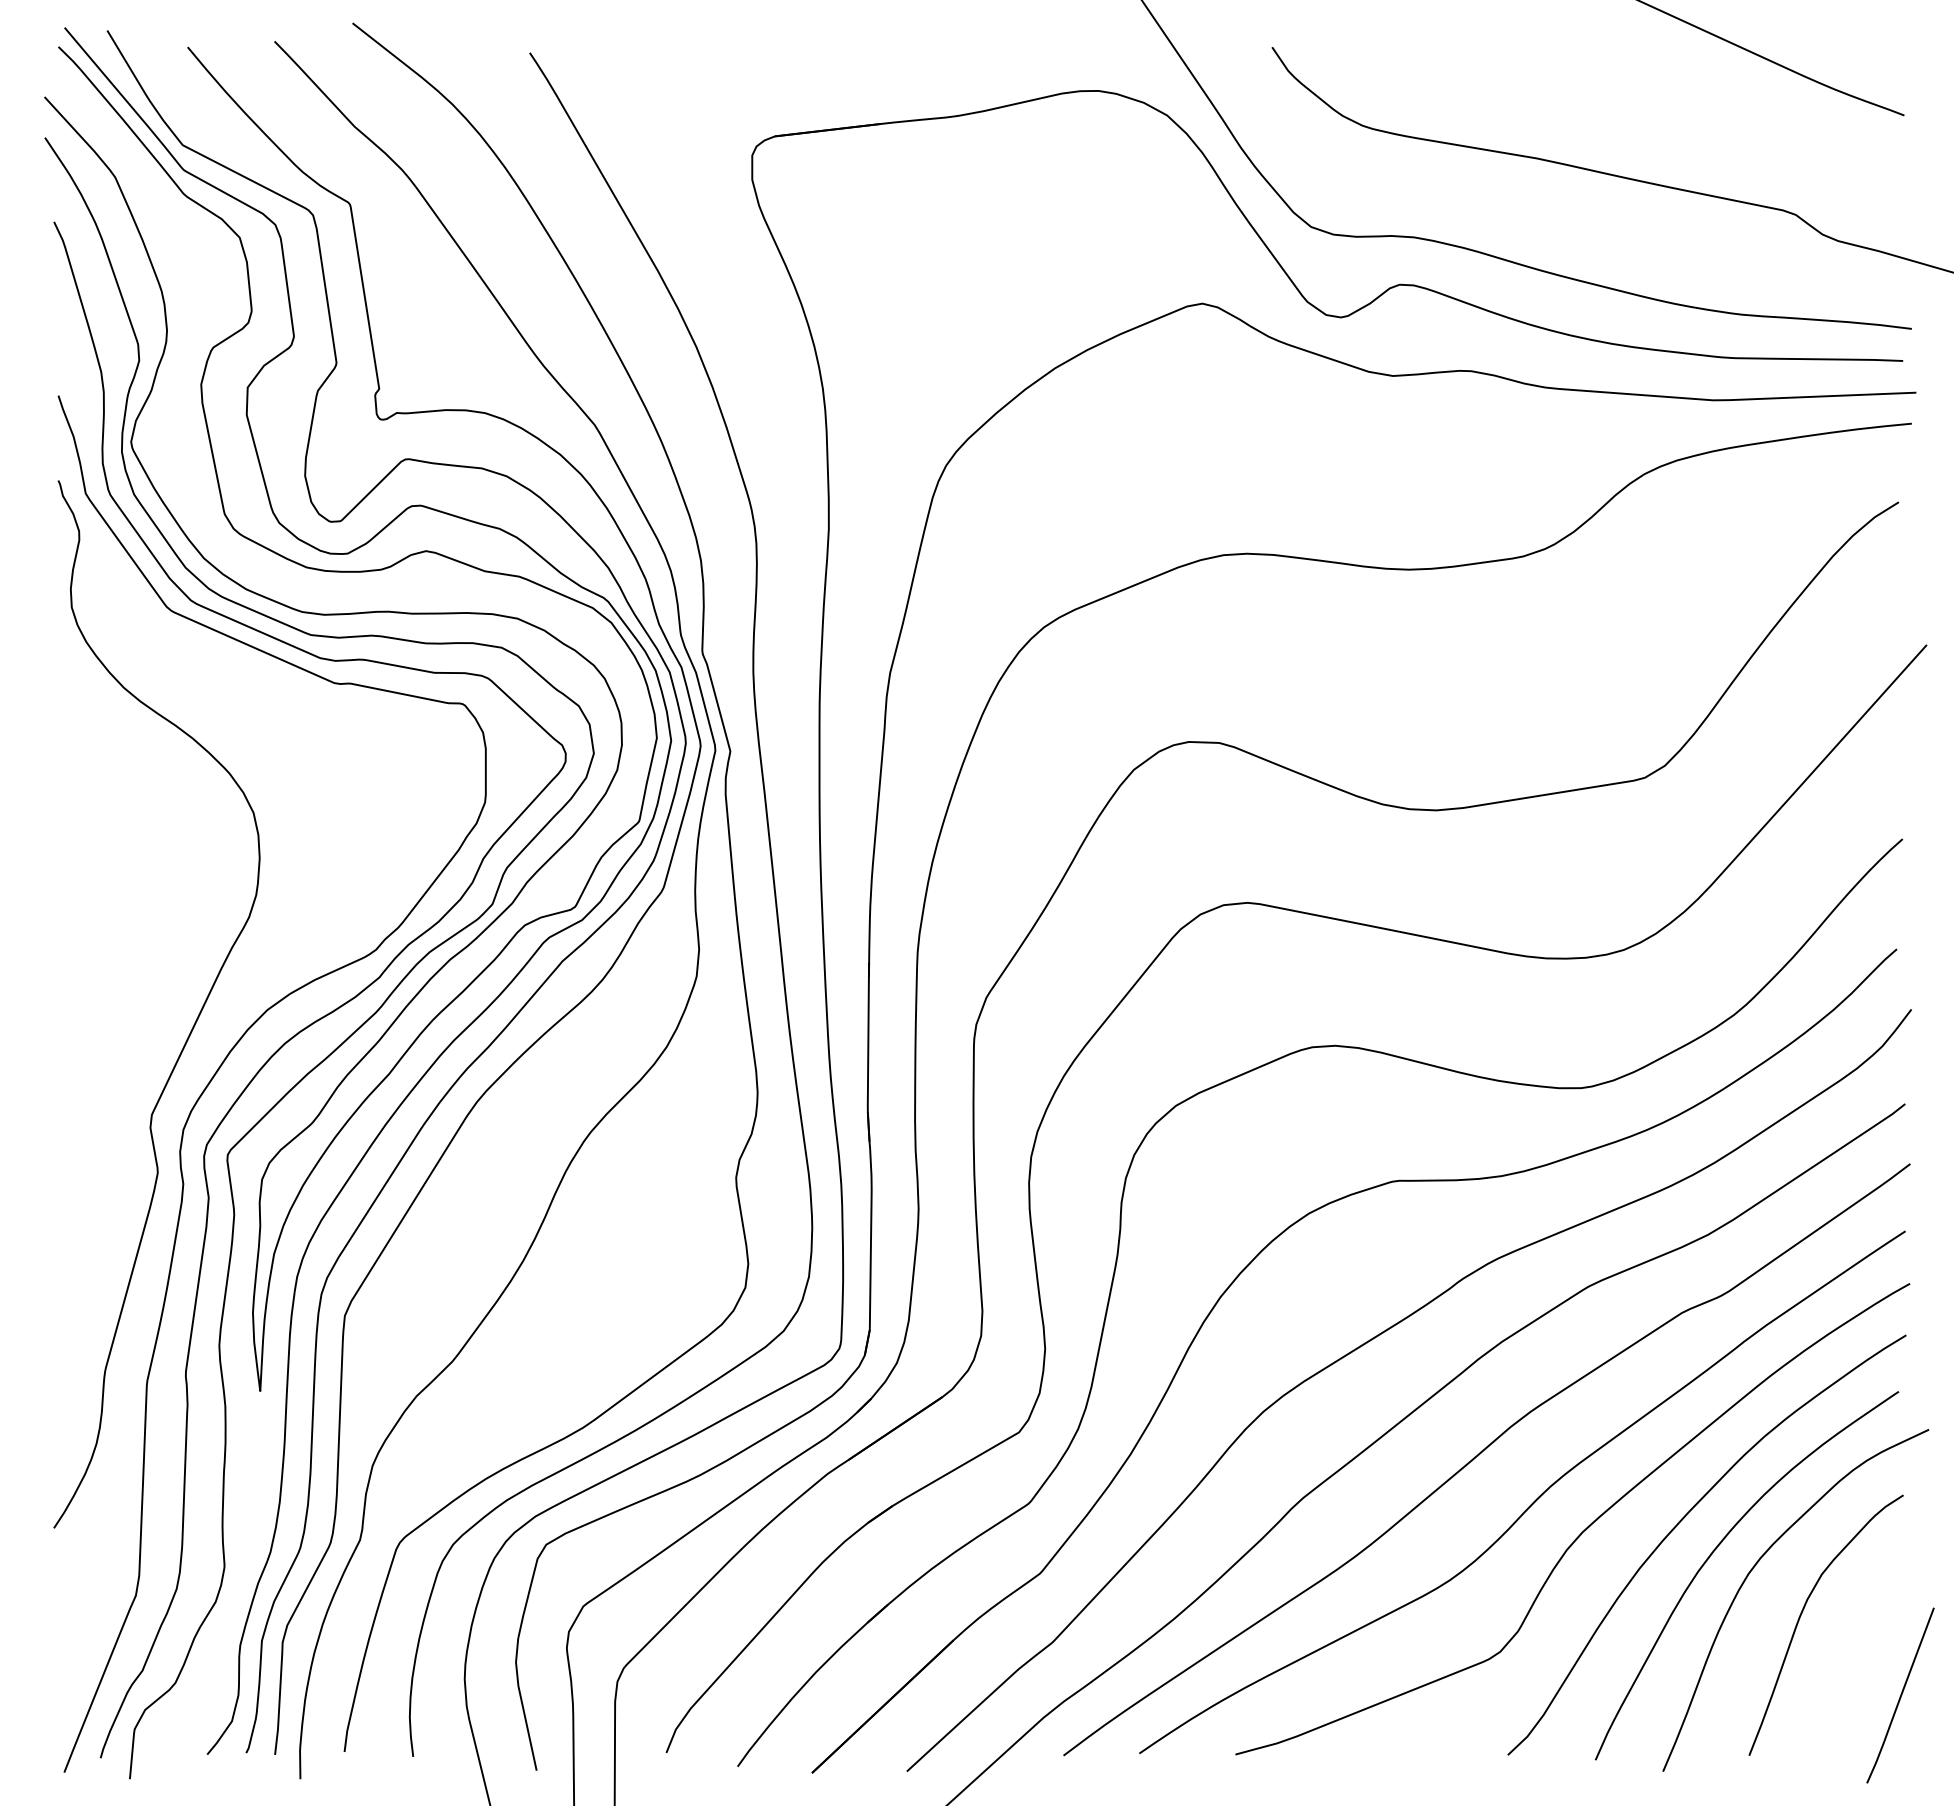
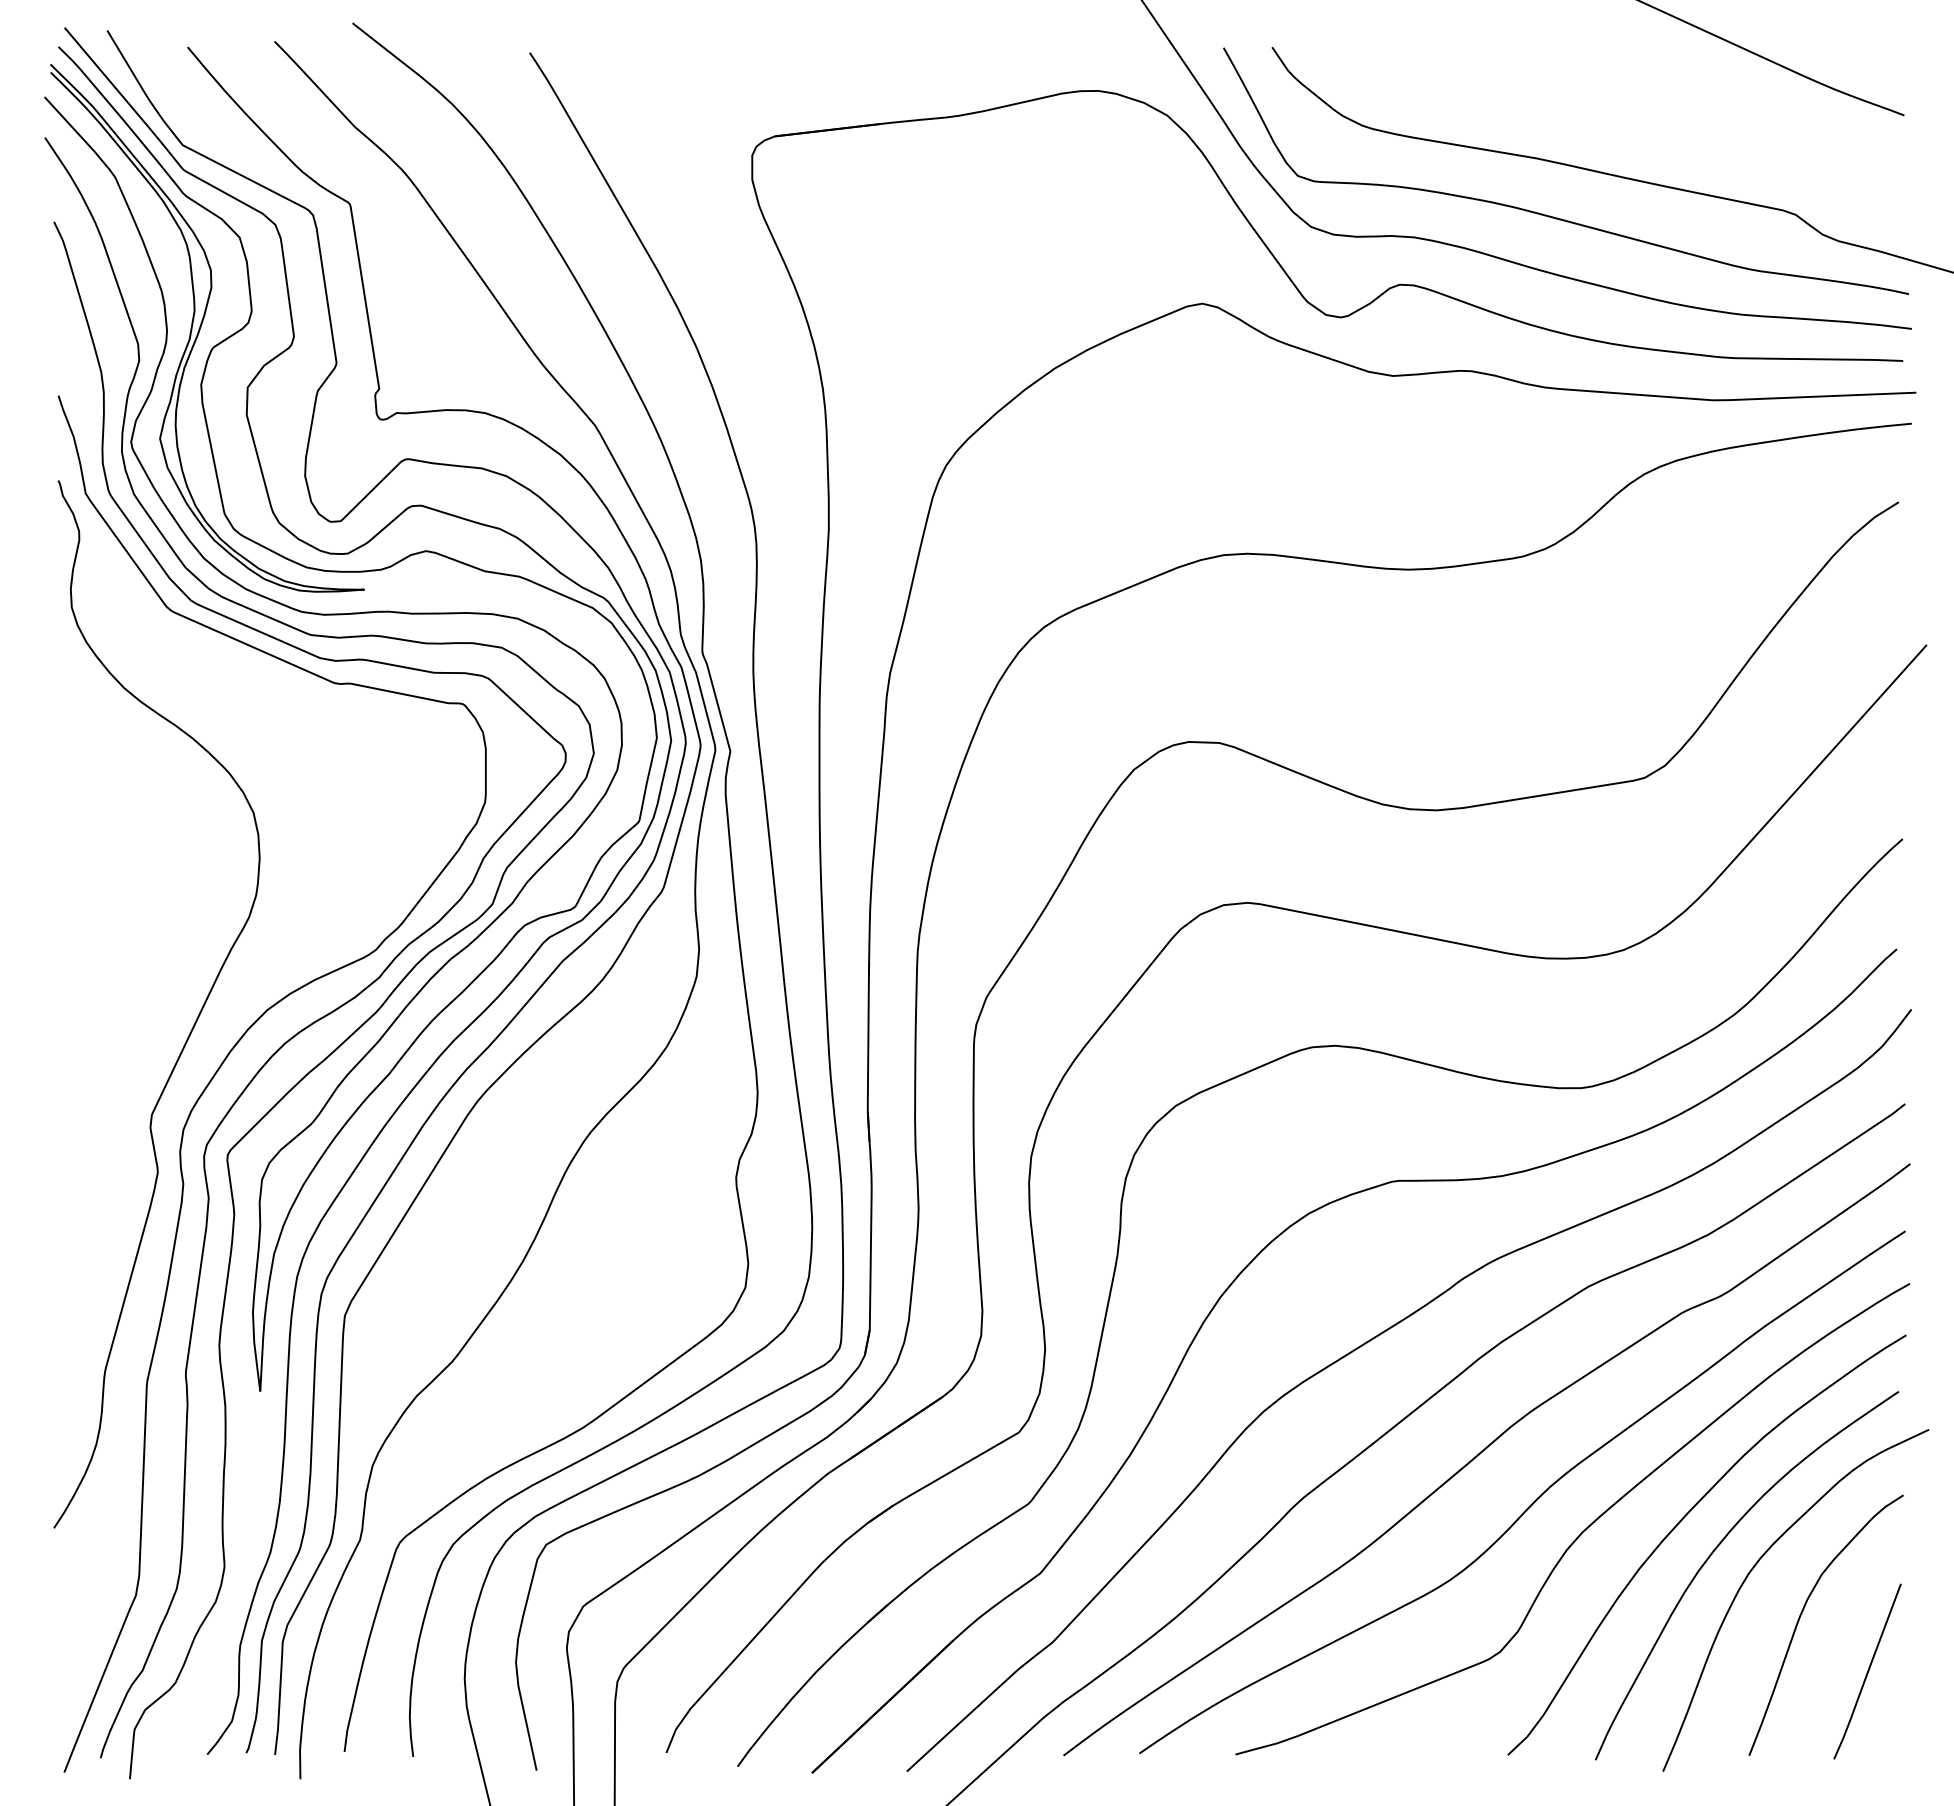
curve at (1550, 215): none -> present
curve at (201, 327): none -> present
curve at (1900, 1695) position: (1900, 1695) -> (1867, 1671)
